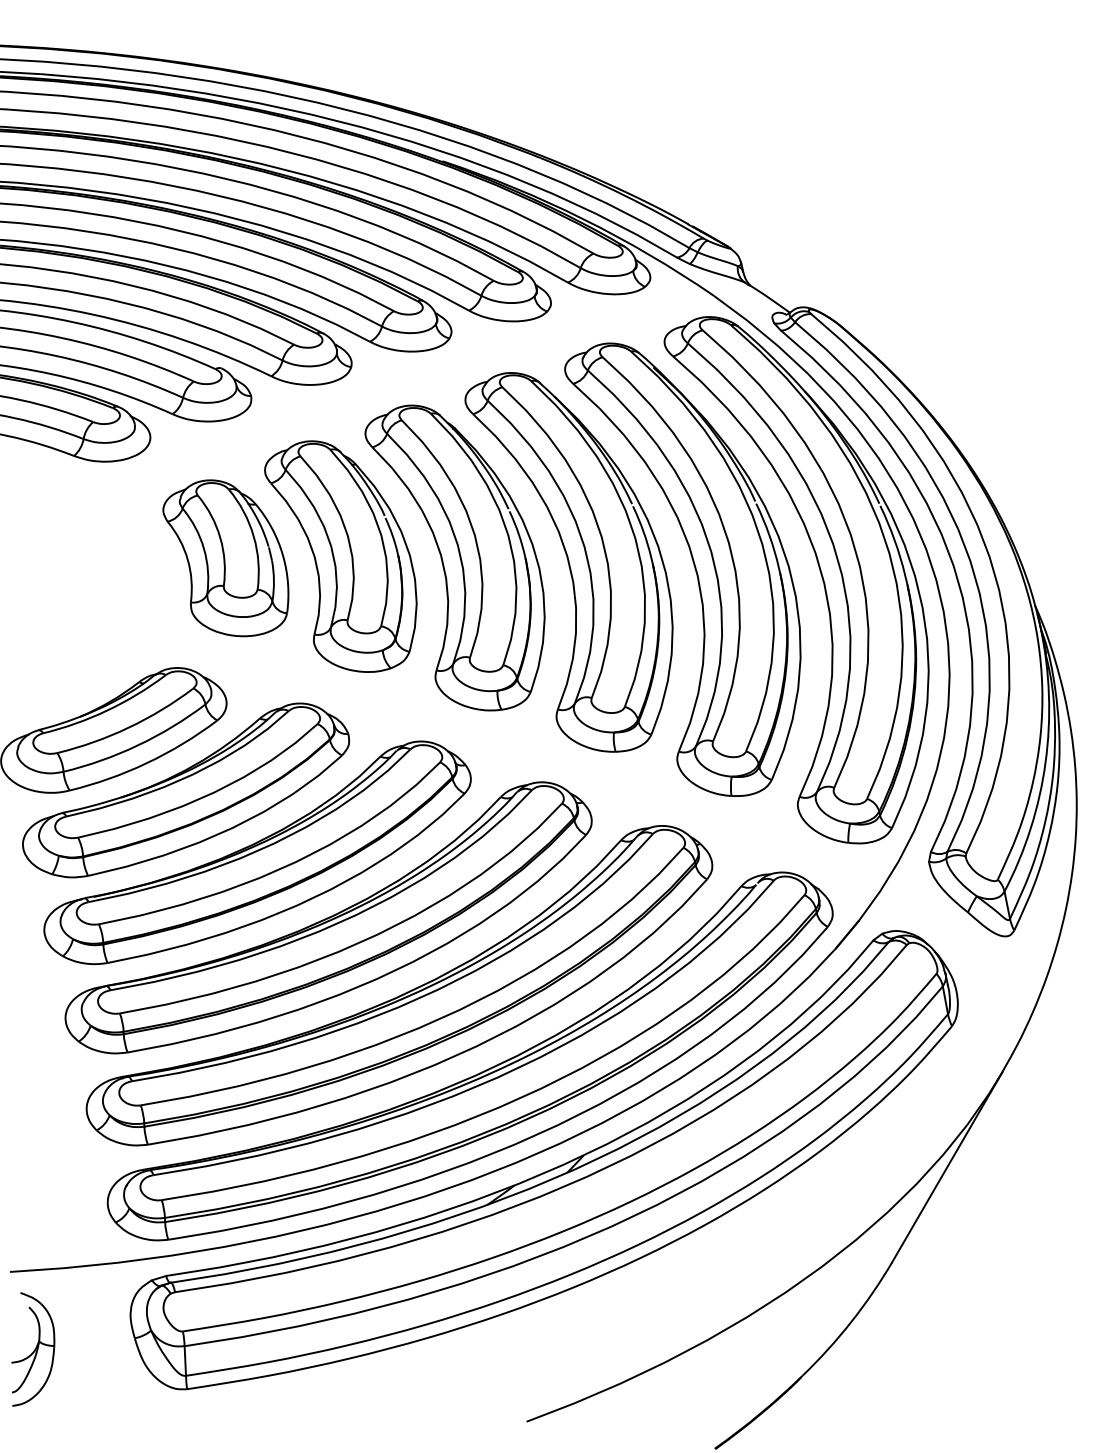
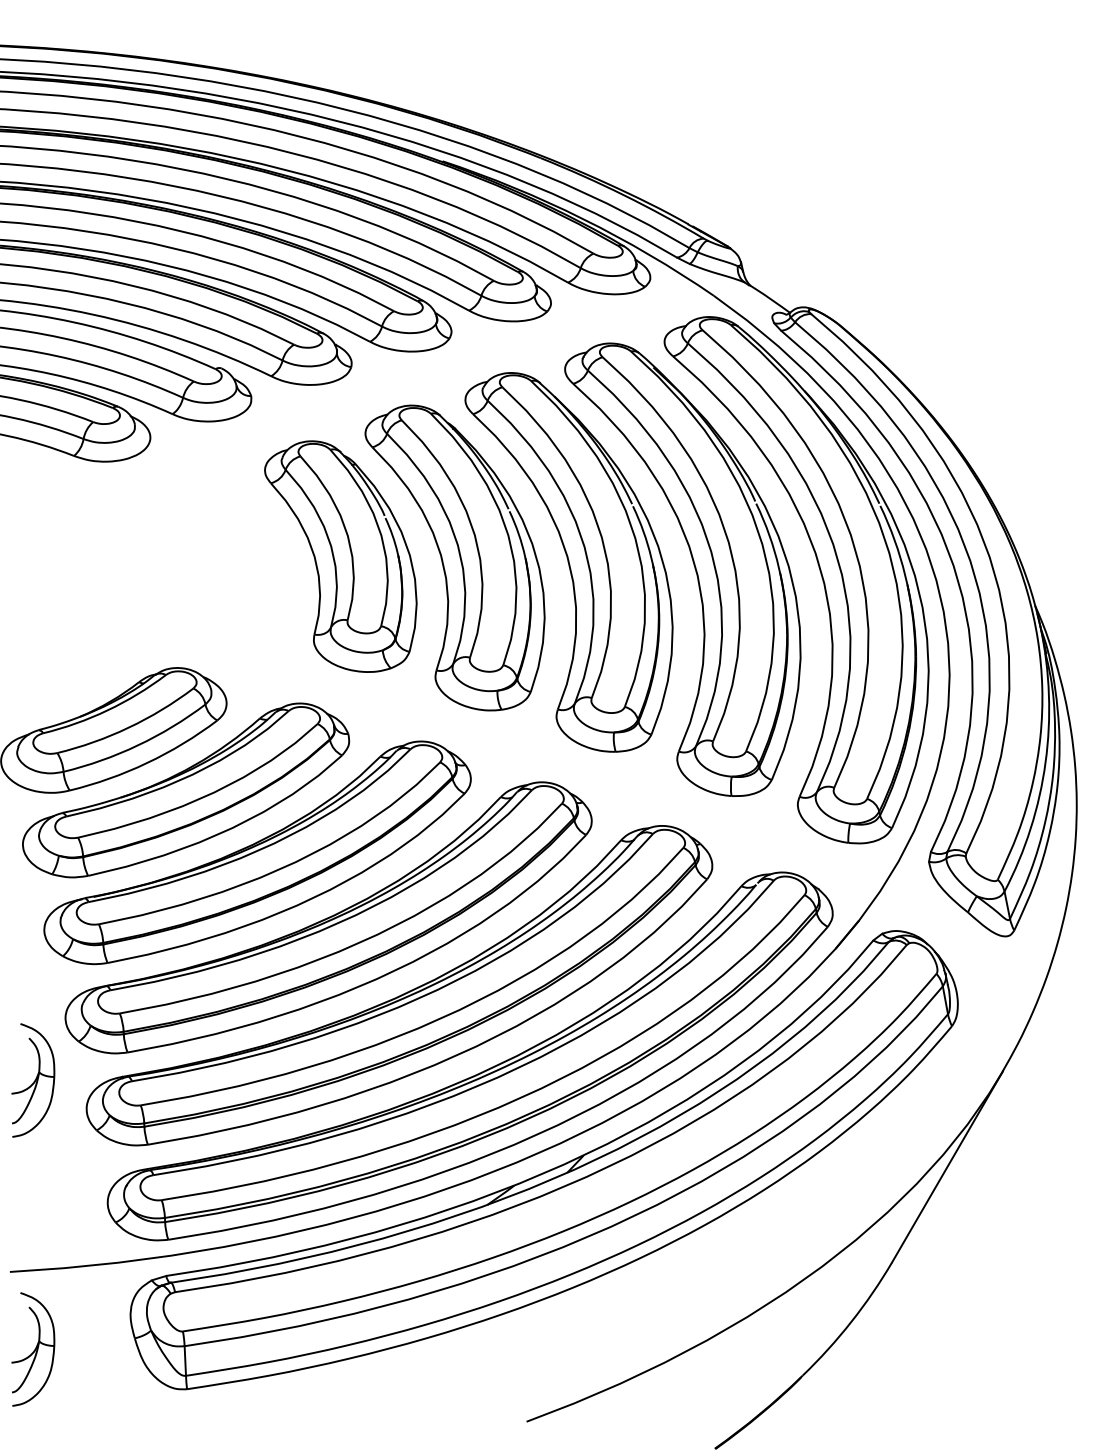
part at (225, 558): present -> none
part at (33, 1080): none -> present
